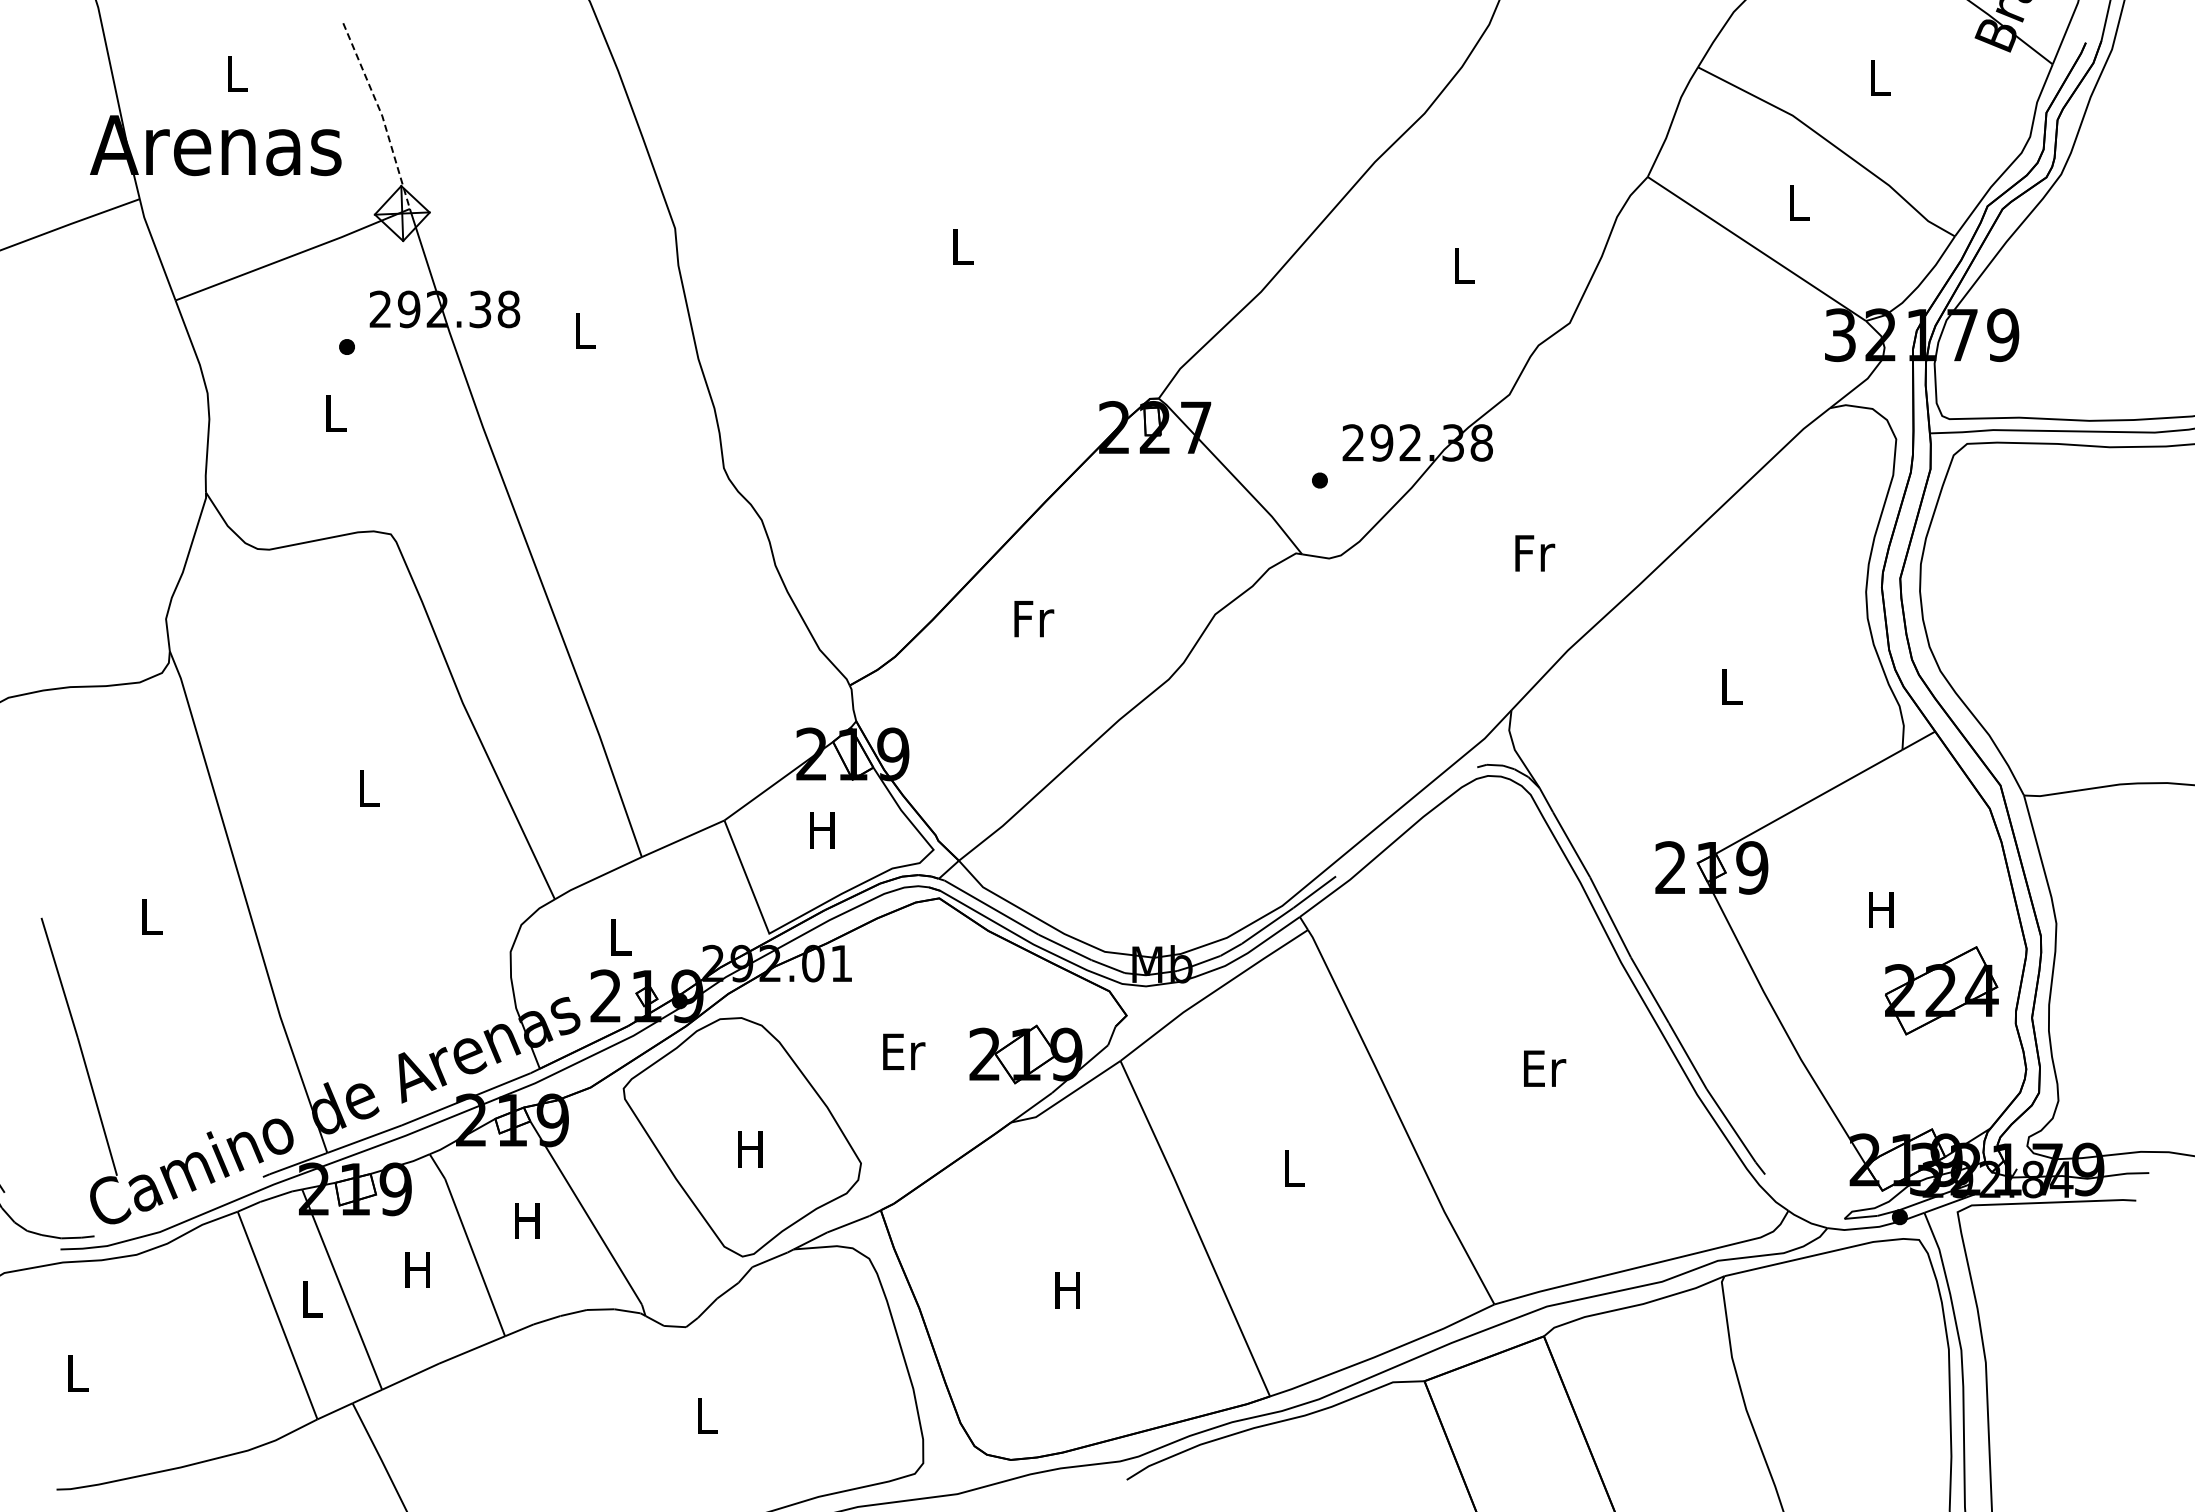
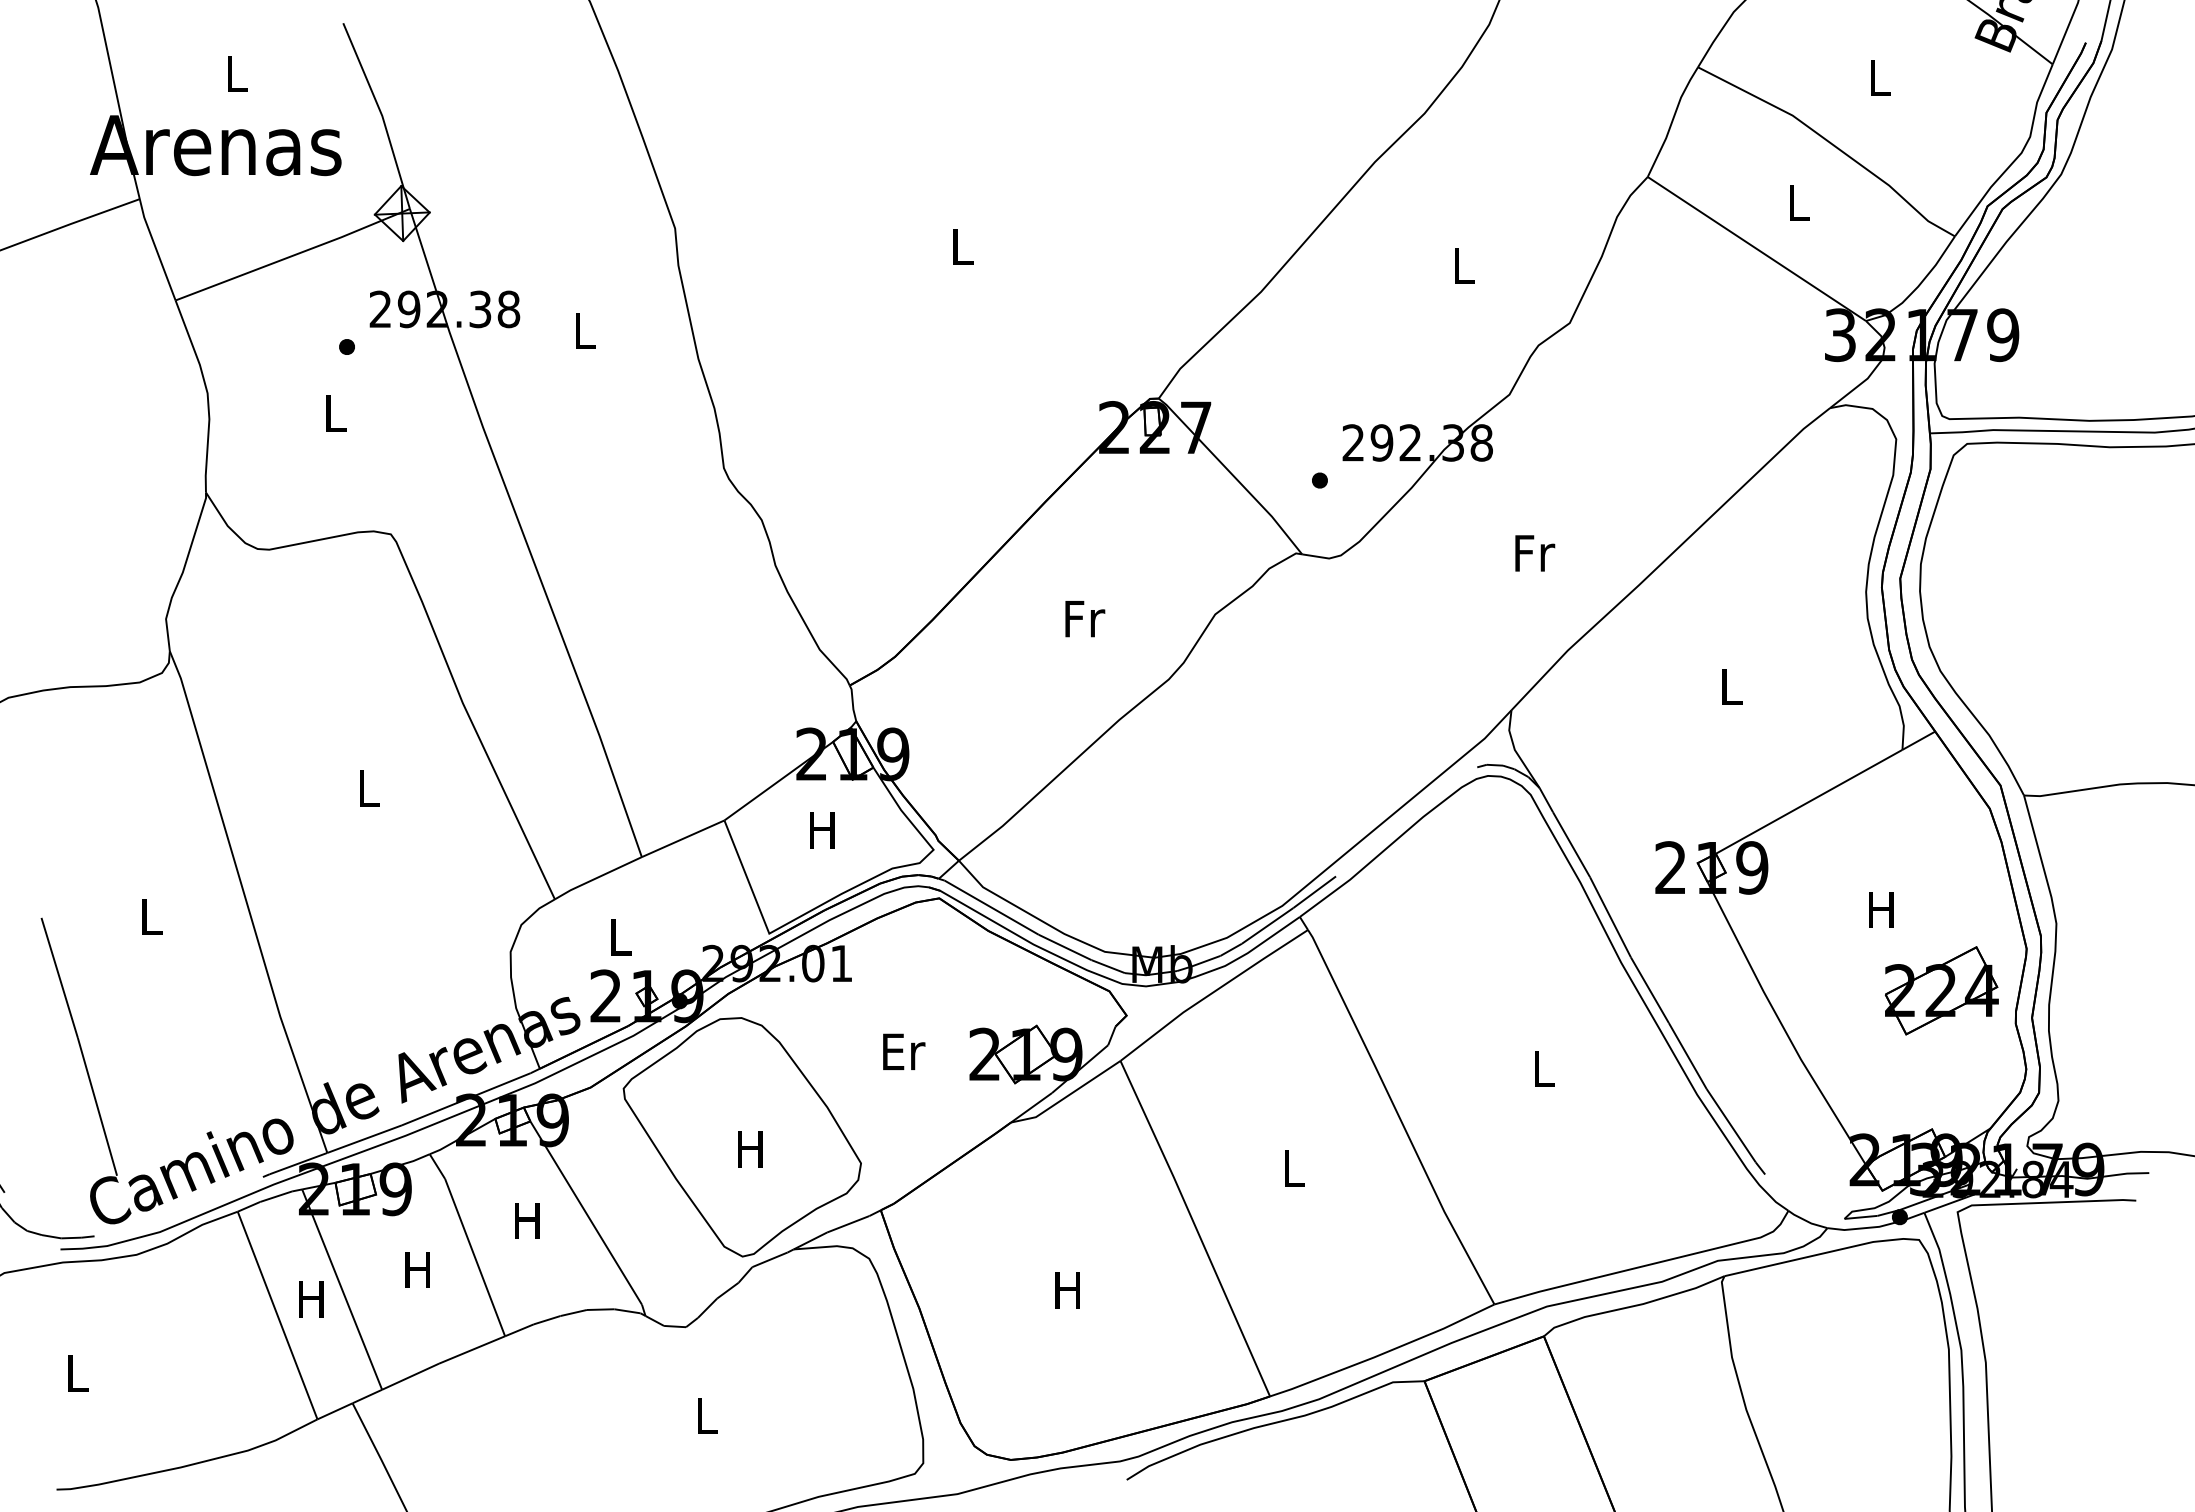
line at (381, 115): dashed -> solid
text at (1034, 619) position: (1034, 619) -> (1085, 619)
text at (1545, 1068): Er -> L
text at (311, 1299): L -> H
